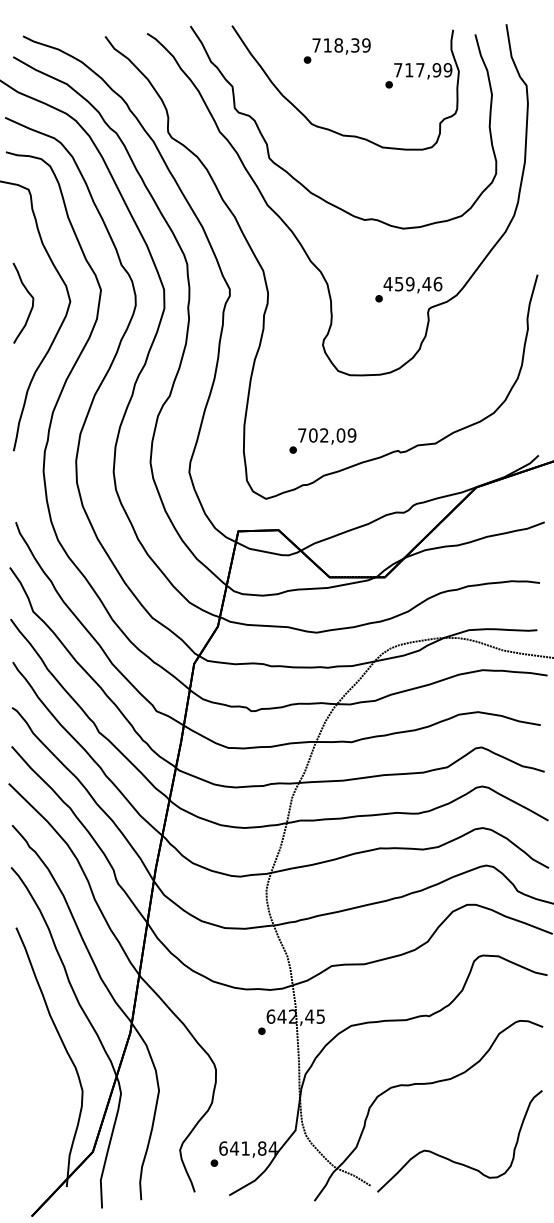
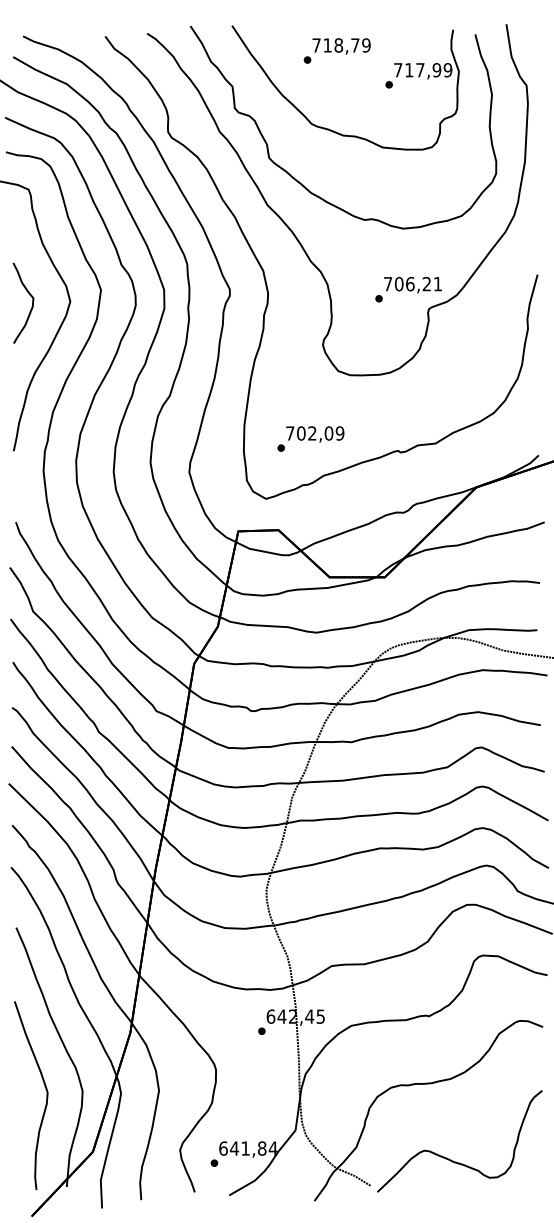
text at (355, 45): 718,39 -> 718,79
text at (412, 283): 459,46 -> 706,21
text at (322, 440) position: (322, 440) -> (310, 438)
part at (46, 1095): none -> present
